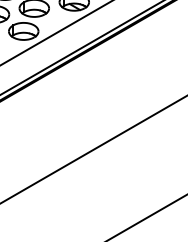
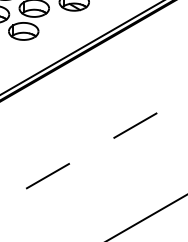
line at (56, 33): present -> none
line at (93, 149): solid -> dashed
